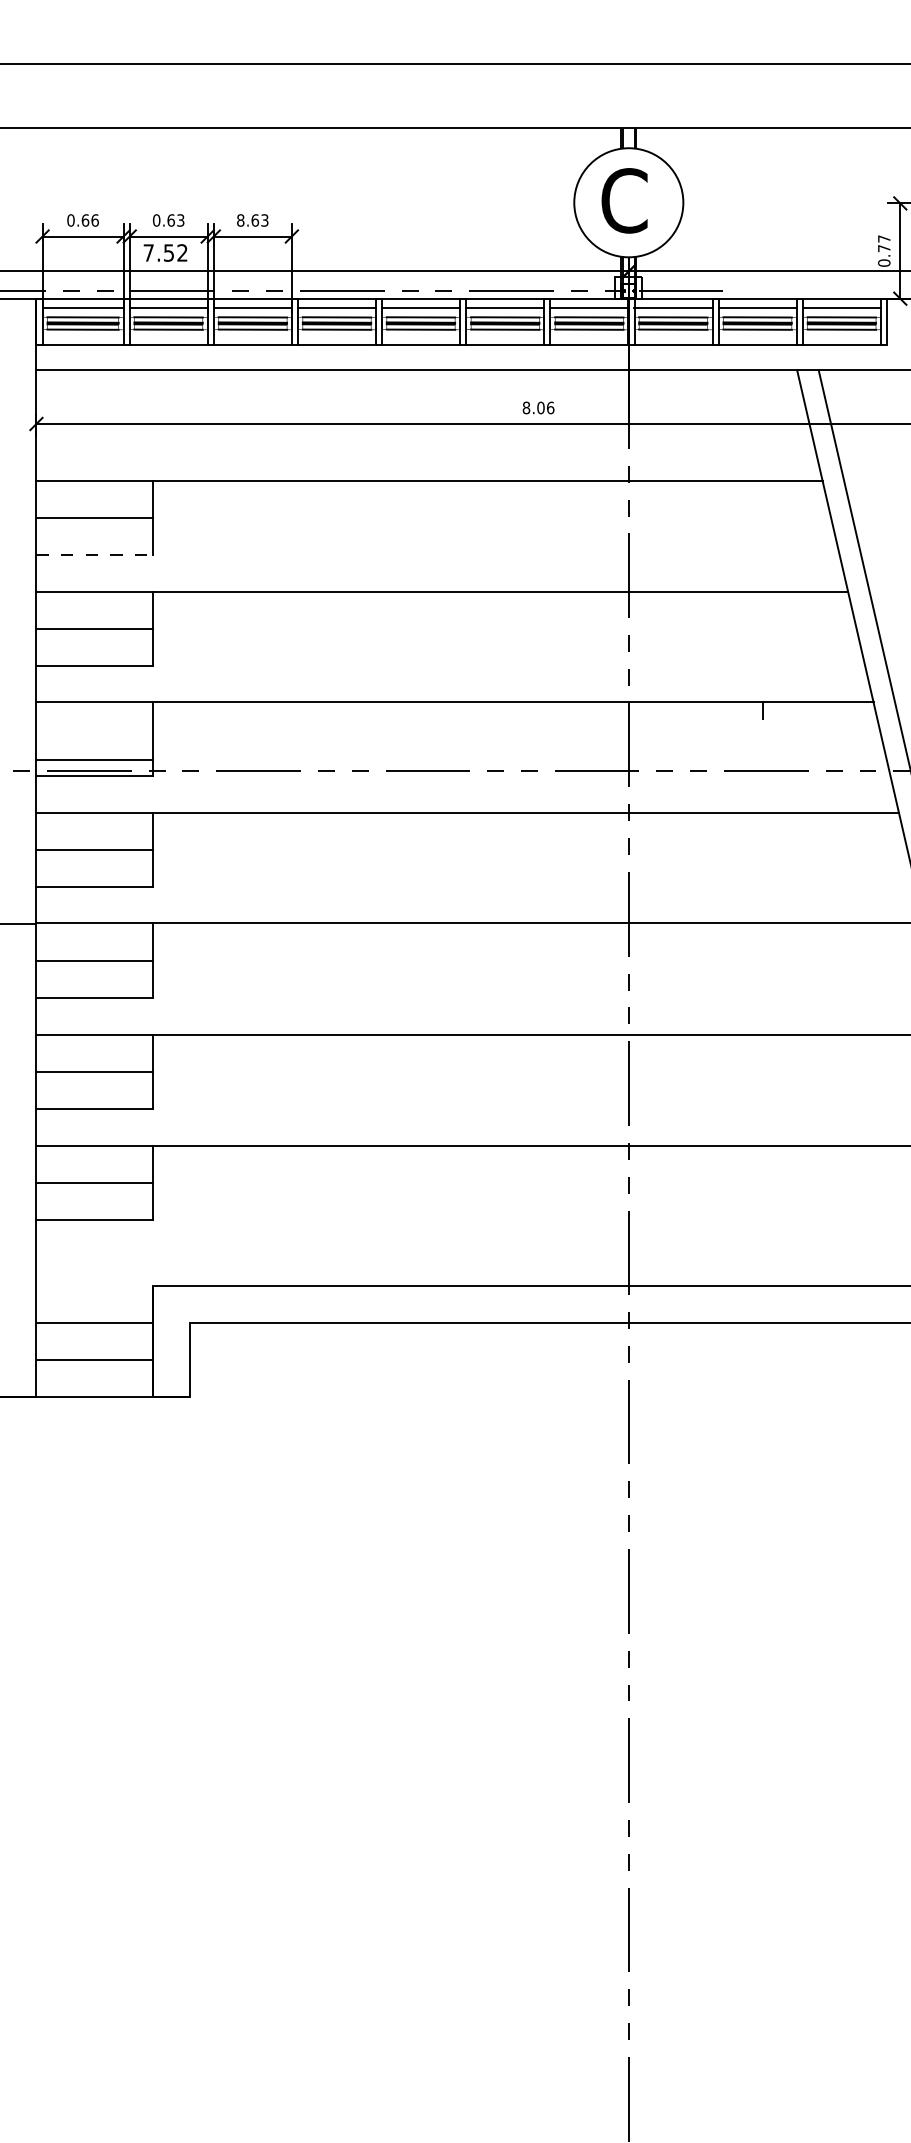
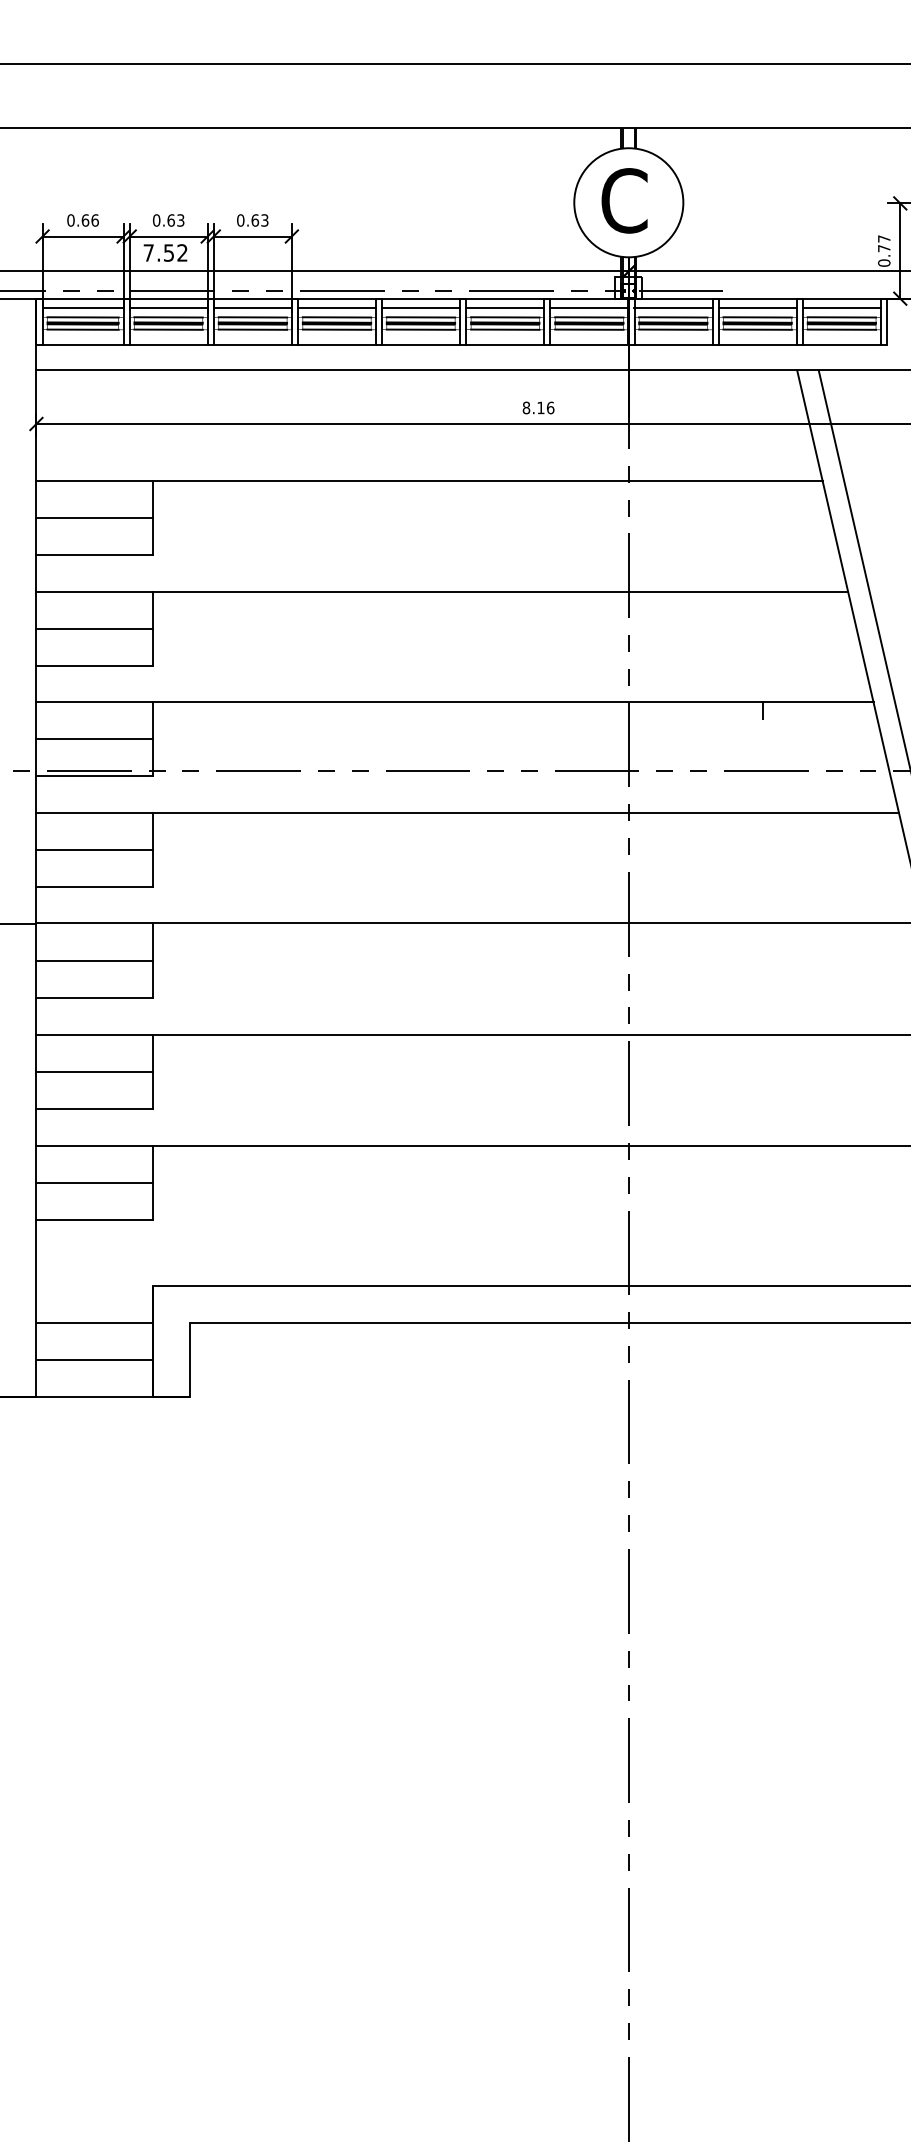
text at (240, 220): 8.63 -> 0.63
text at (540, 407): 8.06 -> 8.16
line at (95, 554): dashed -> solid
line at (94, 760) position: (94, 760) -> (94, 739)
